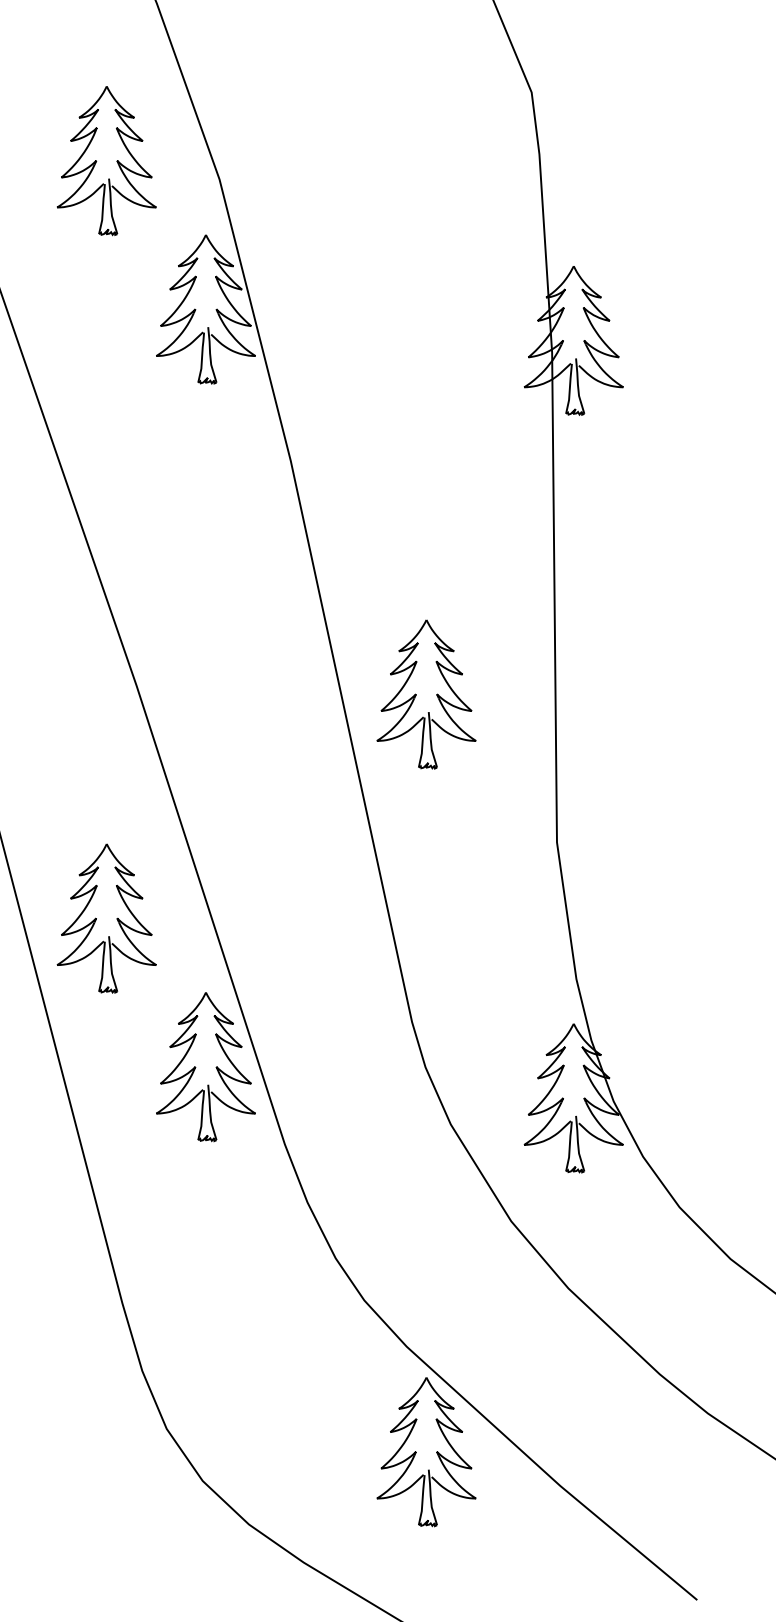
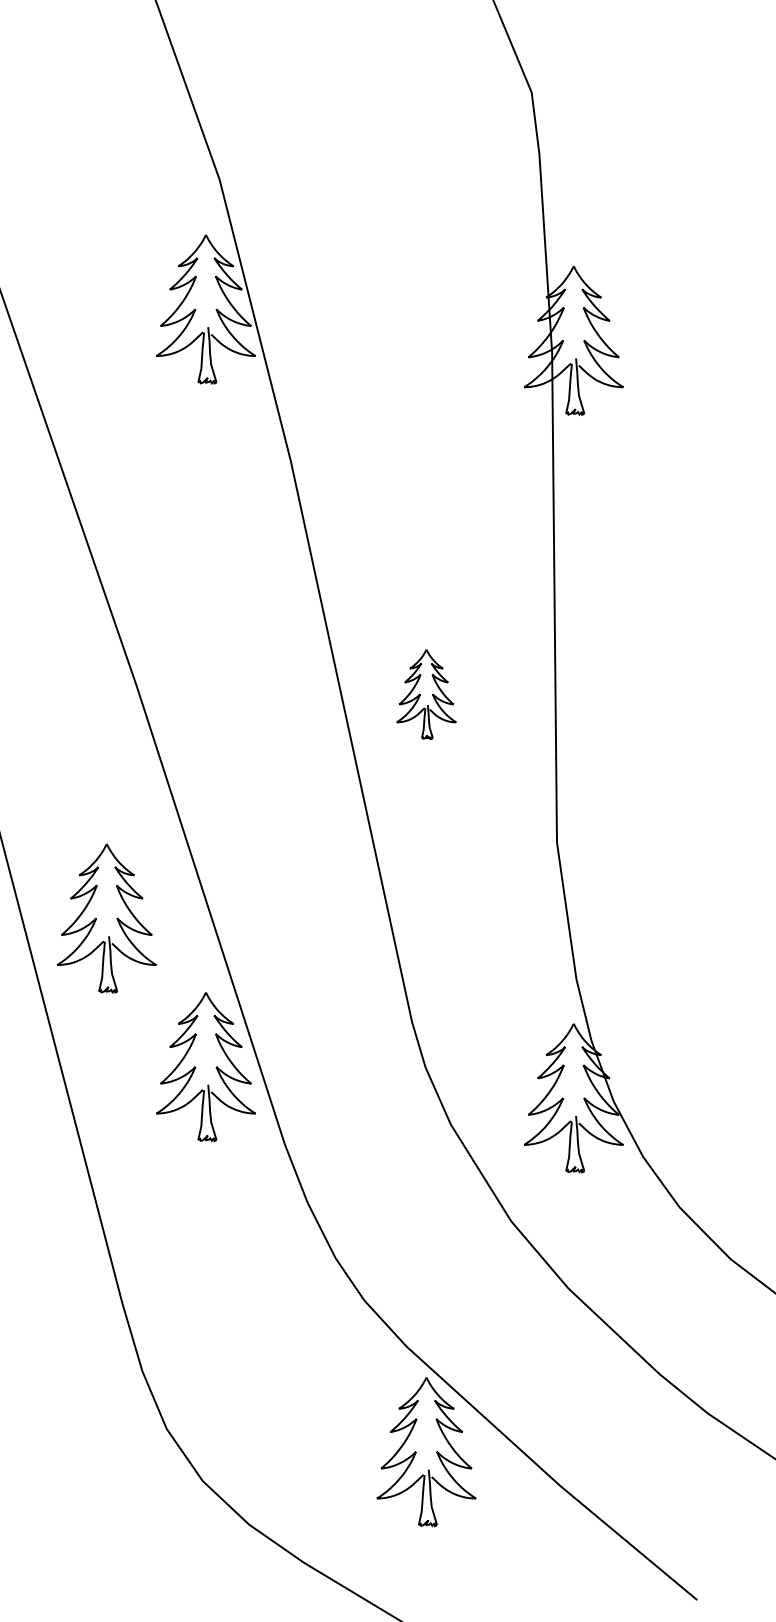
part at (106, 161): present -> none
part at (426, 694) size: 101x151 px -> 61x91 px
